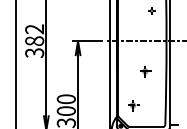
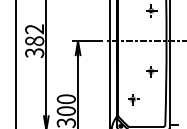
part at (151, 10) size: 8x8 px -> 12x14 px
part at (145, 71) position: (145, 71) -> (151, 71)
part at (133, 105) position: (133, 105) -> (133, 99)
